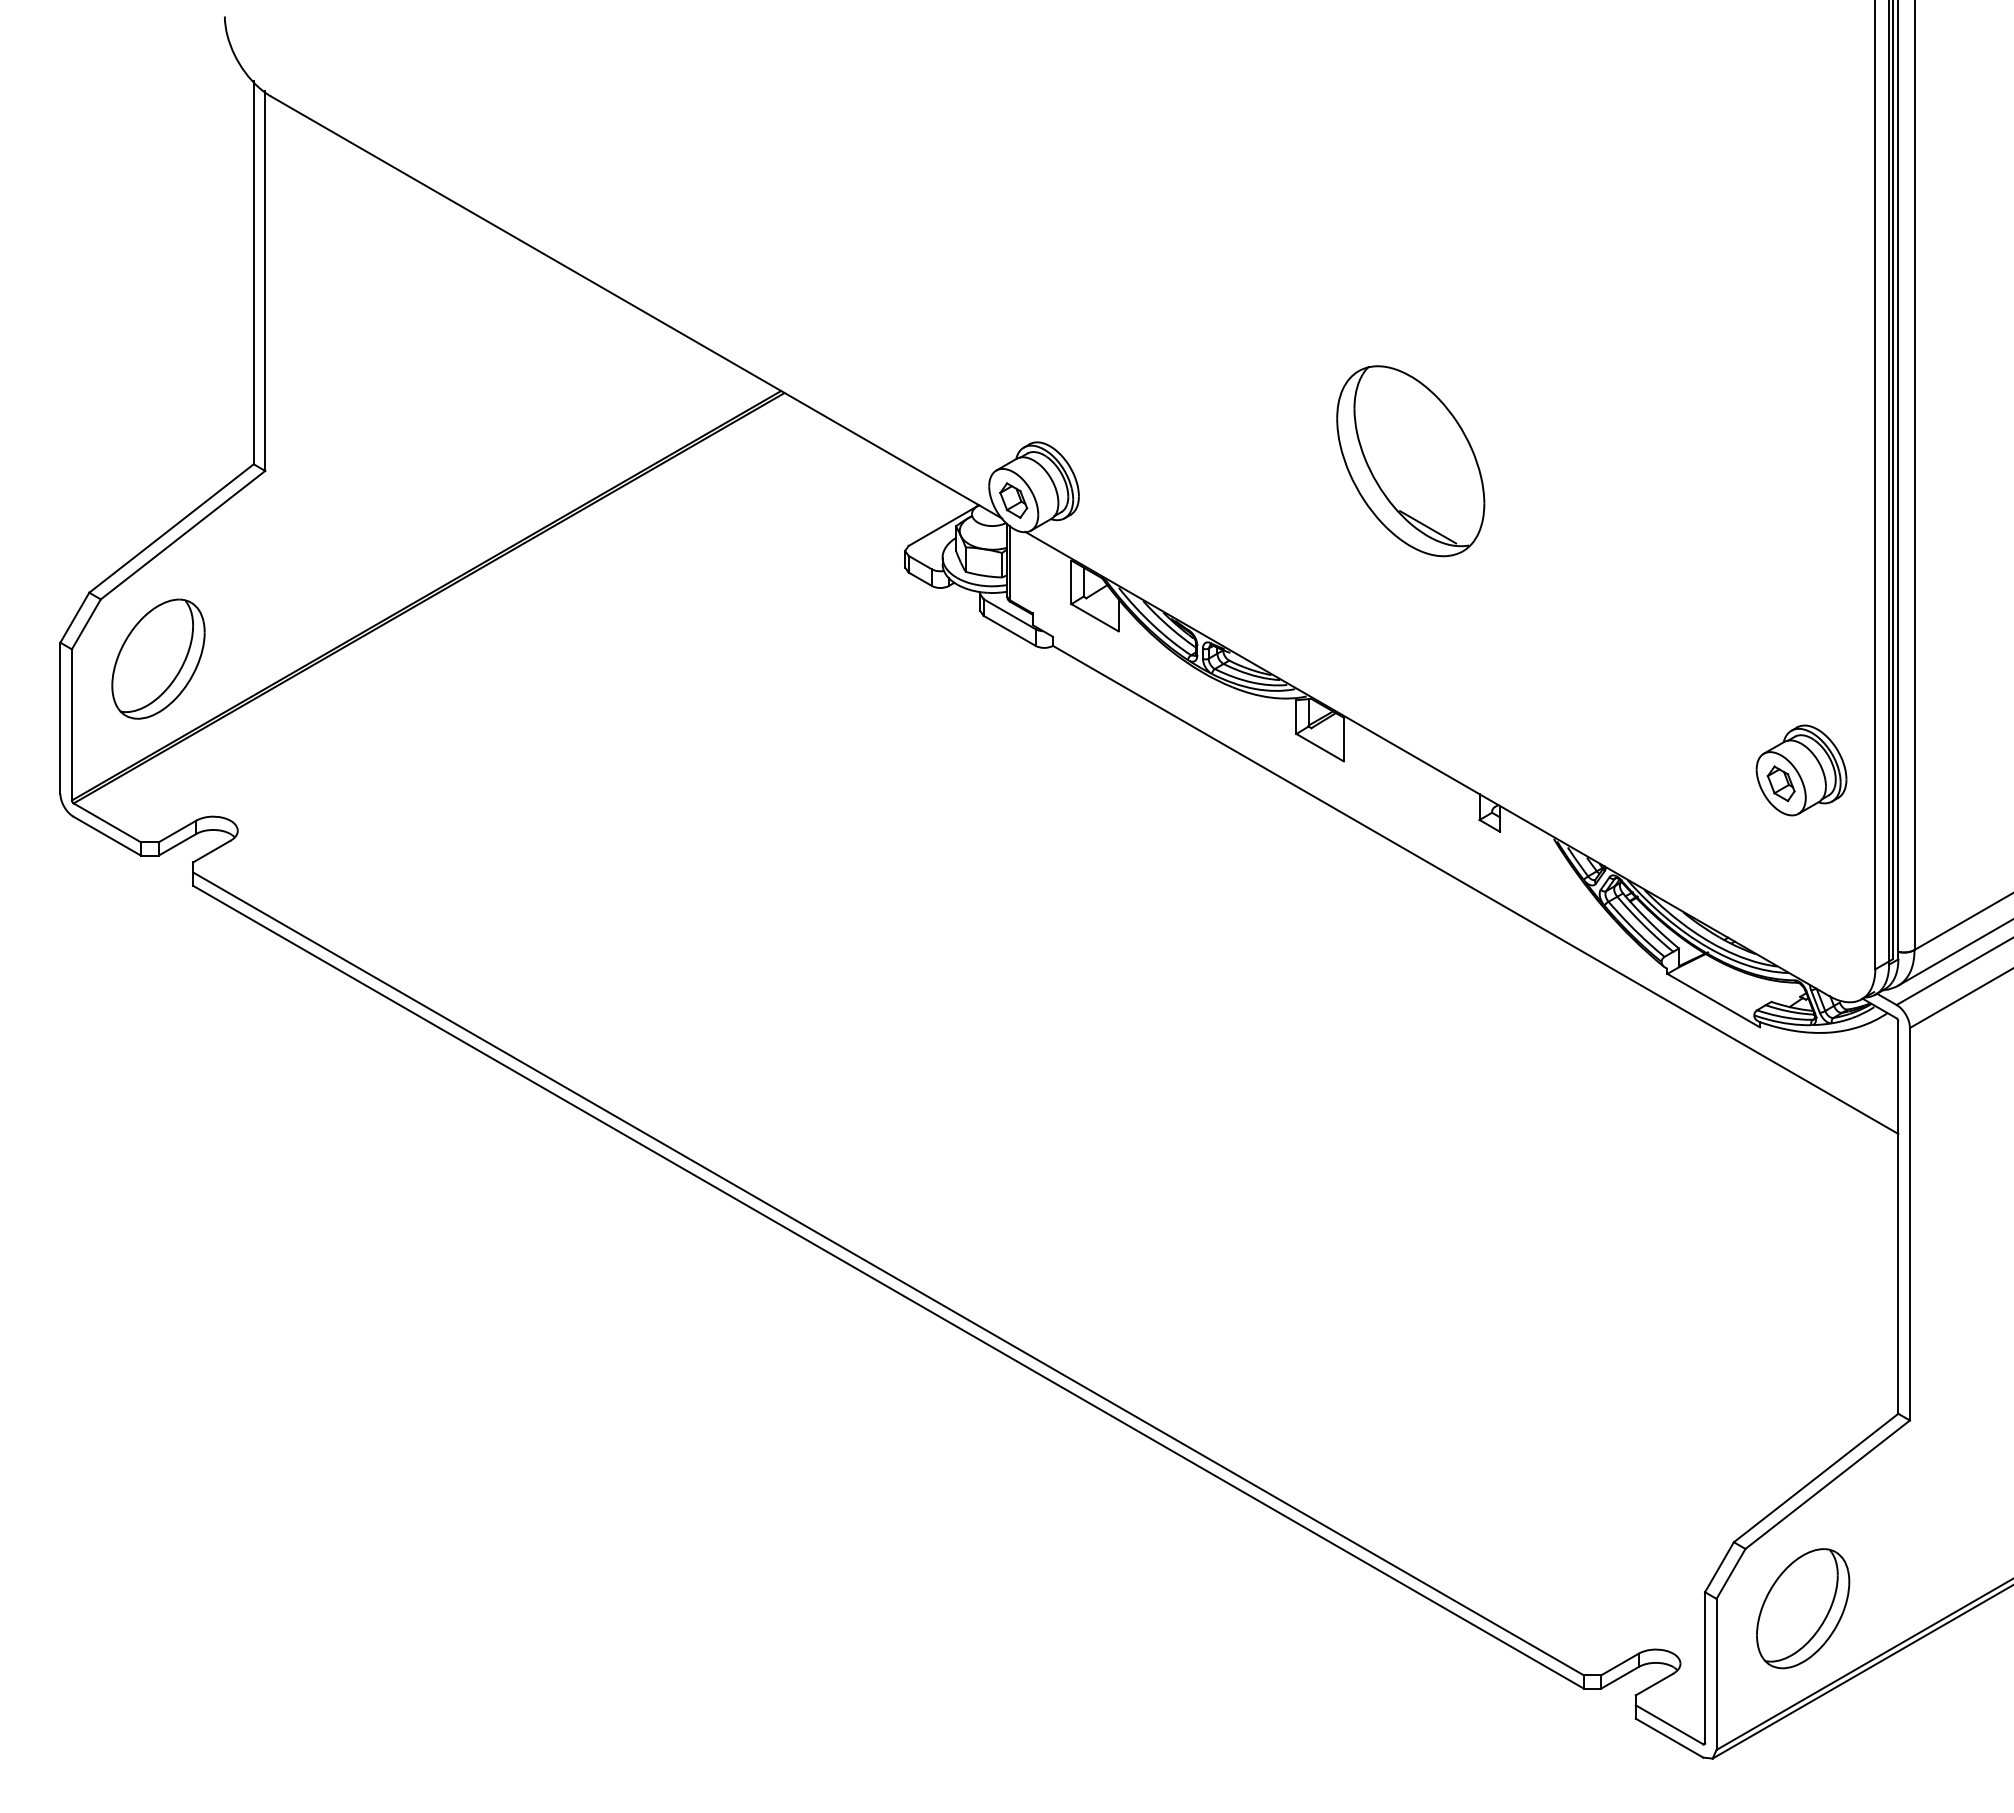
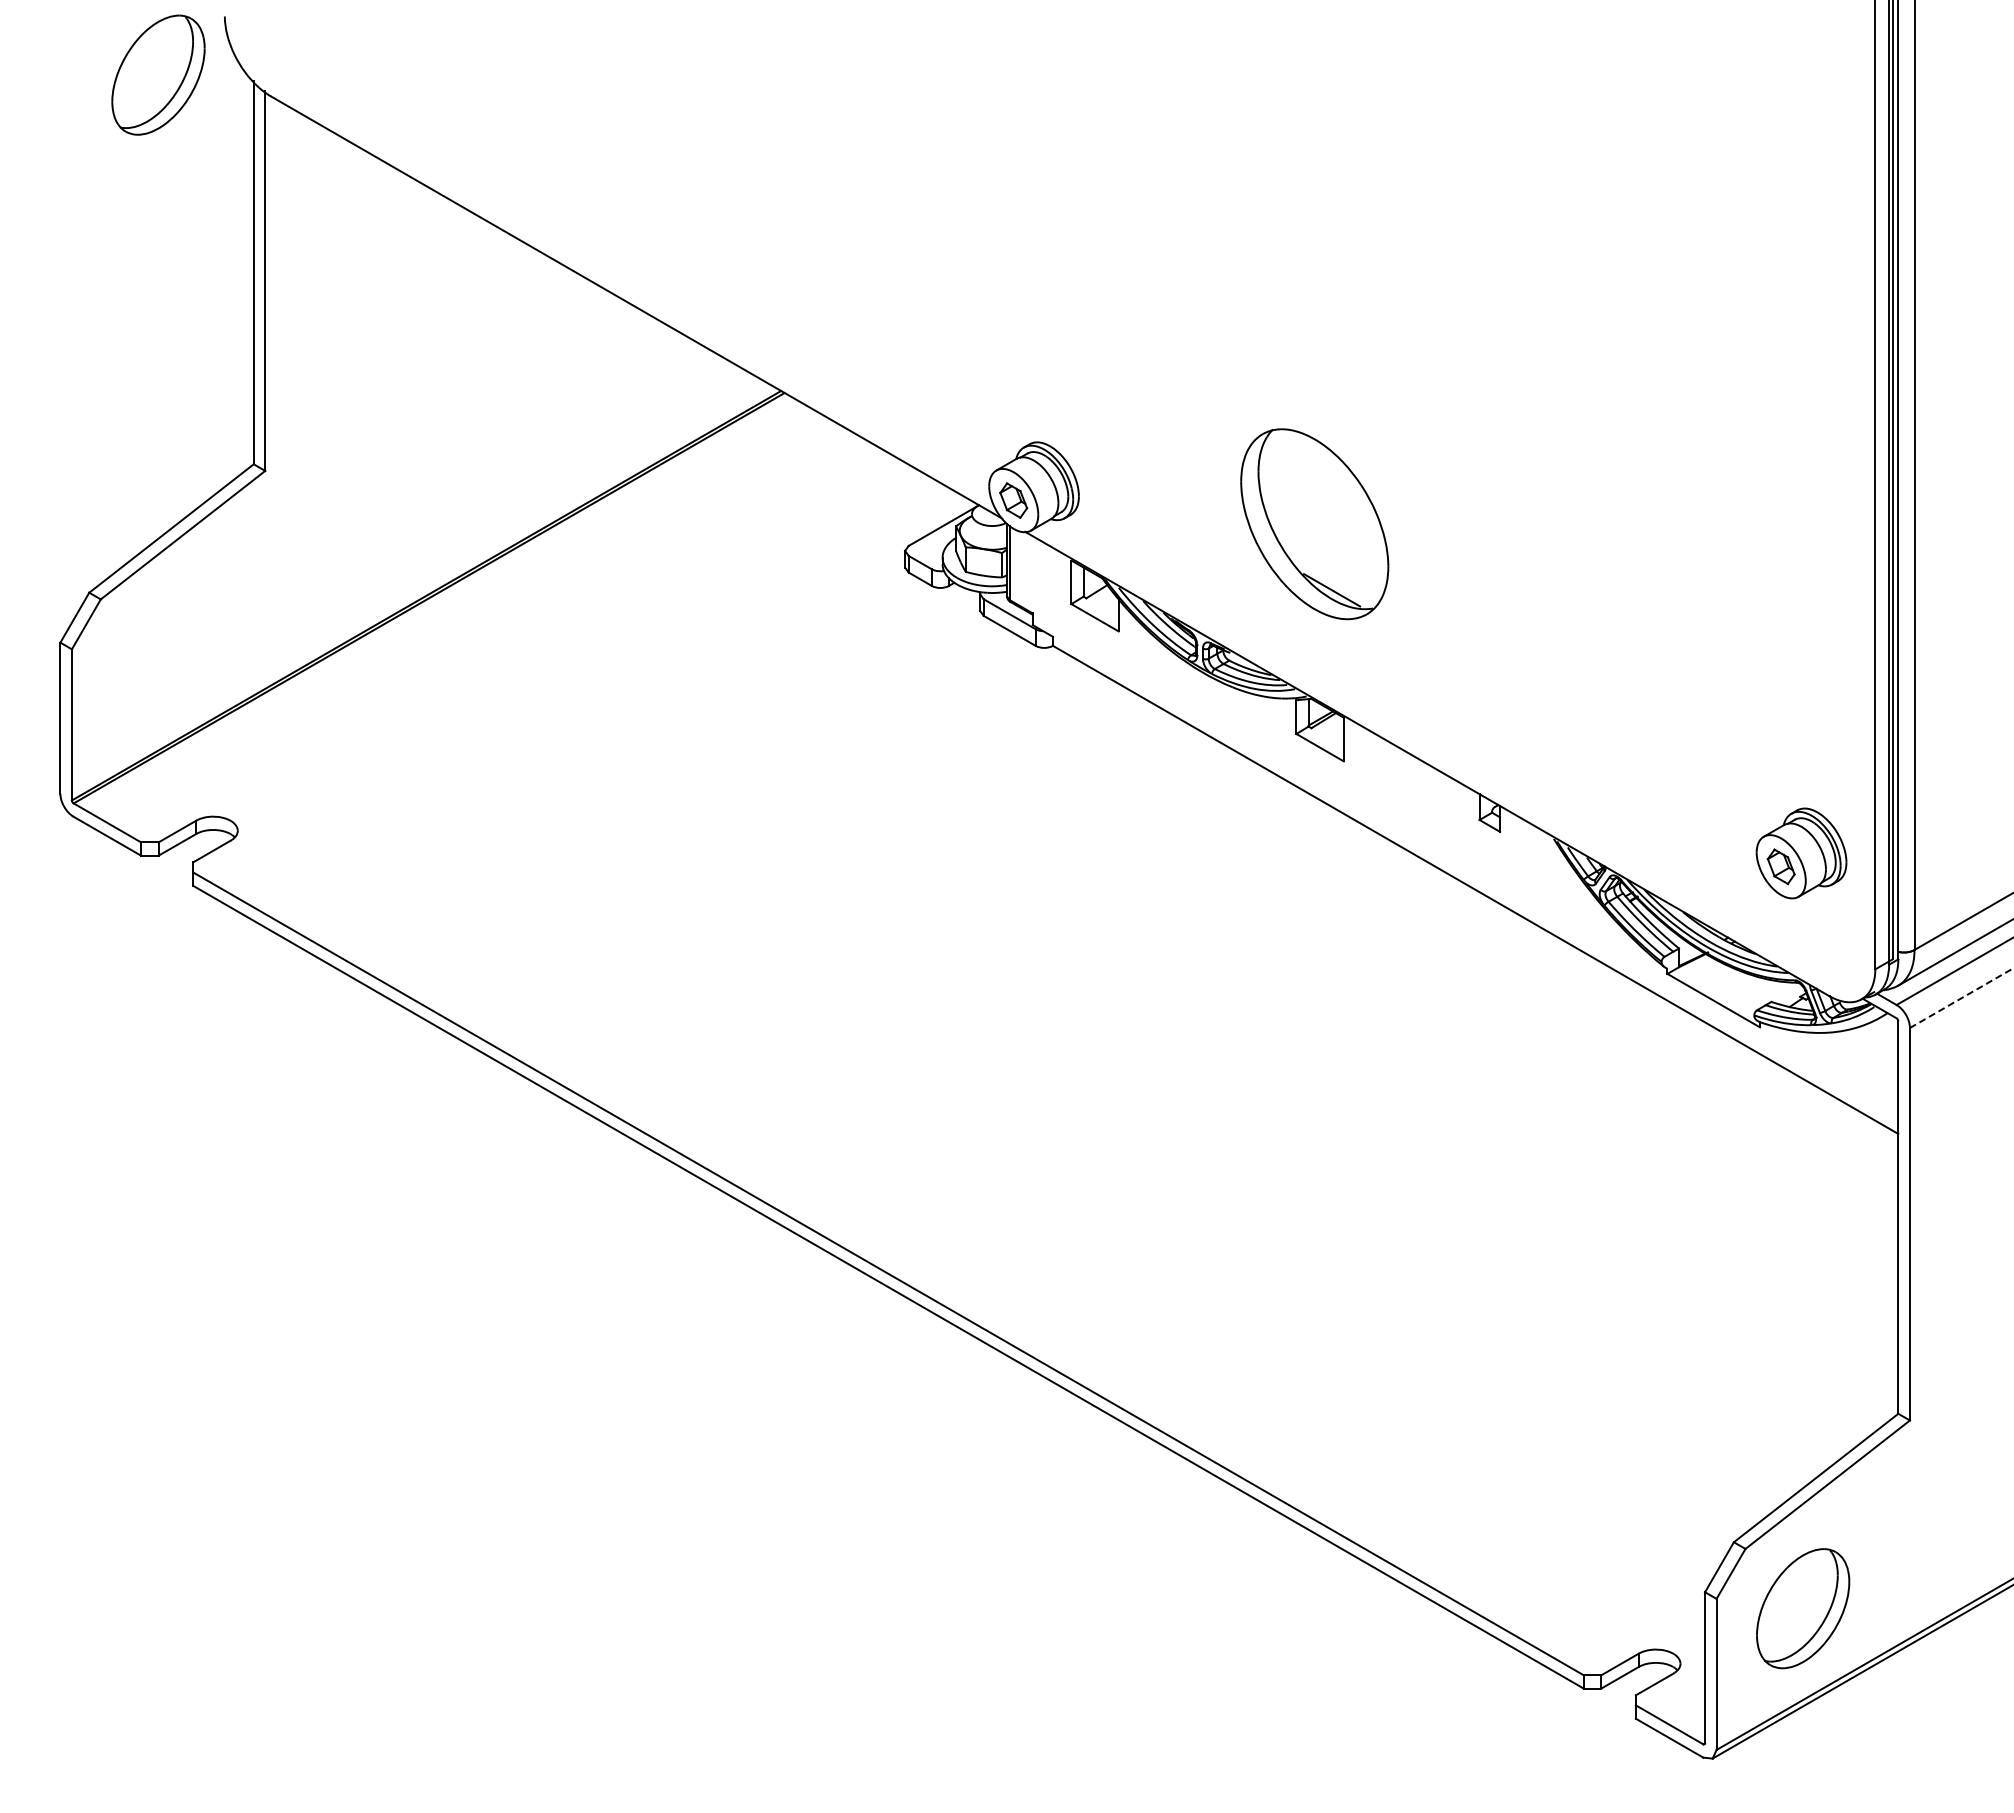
part at (1410, 461) position: (1410, 461) -> (1314, 524)
part at (158, 658) position: (158, 658) -> (158, 74)
part at (1801, 770) position: (1801, 770) -> (1801, 853)
line at (1961, 998): solid -> dashed
